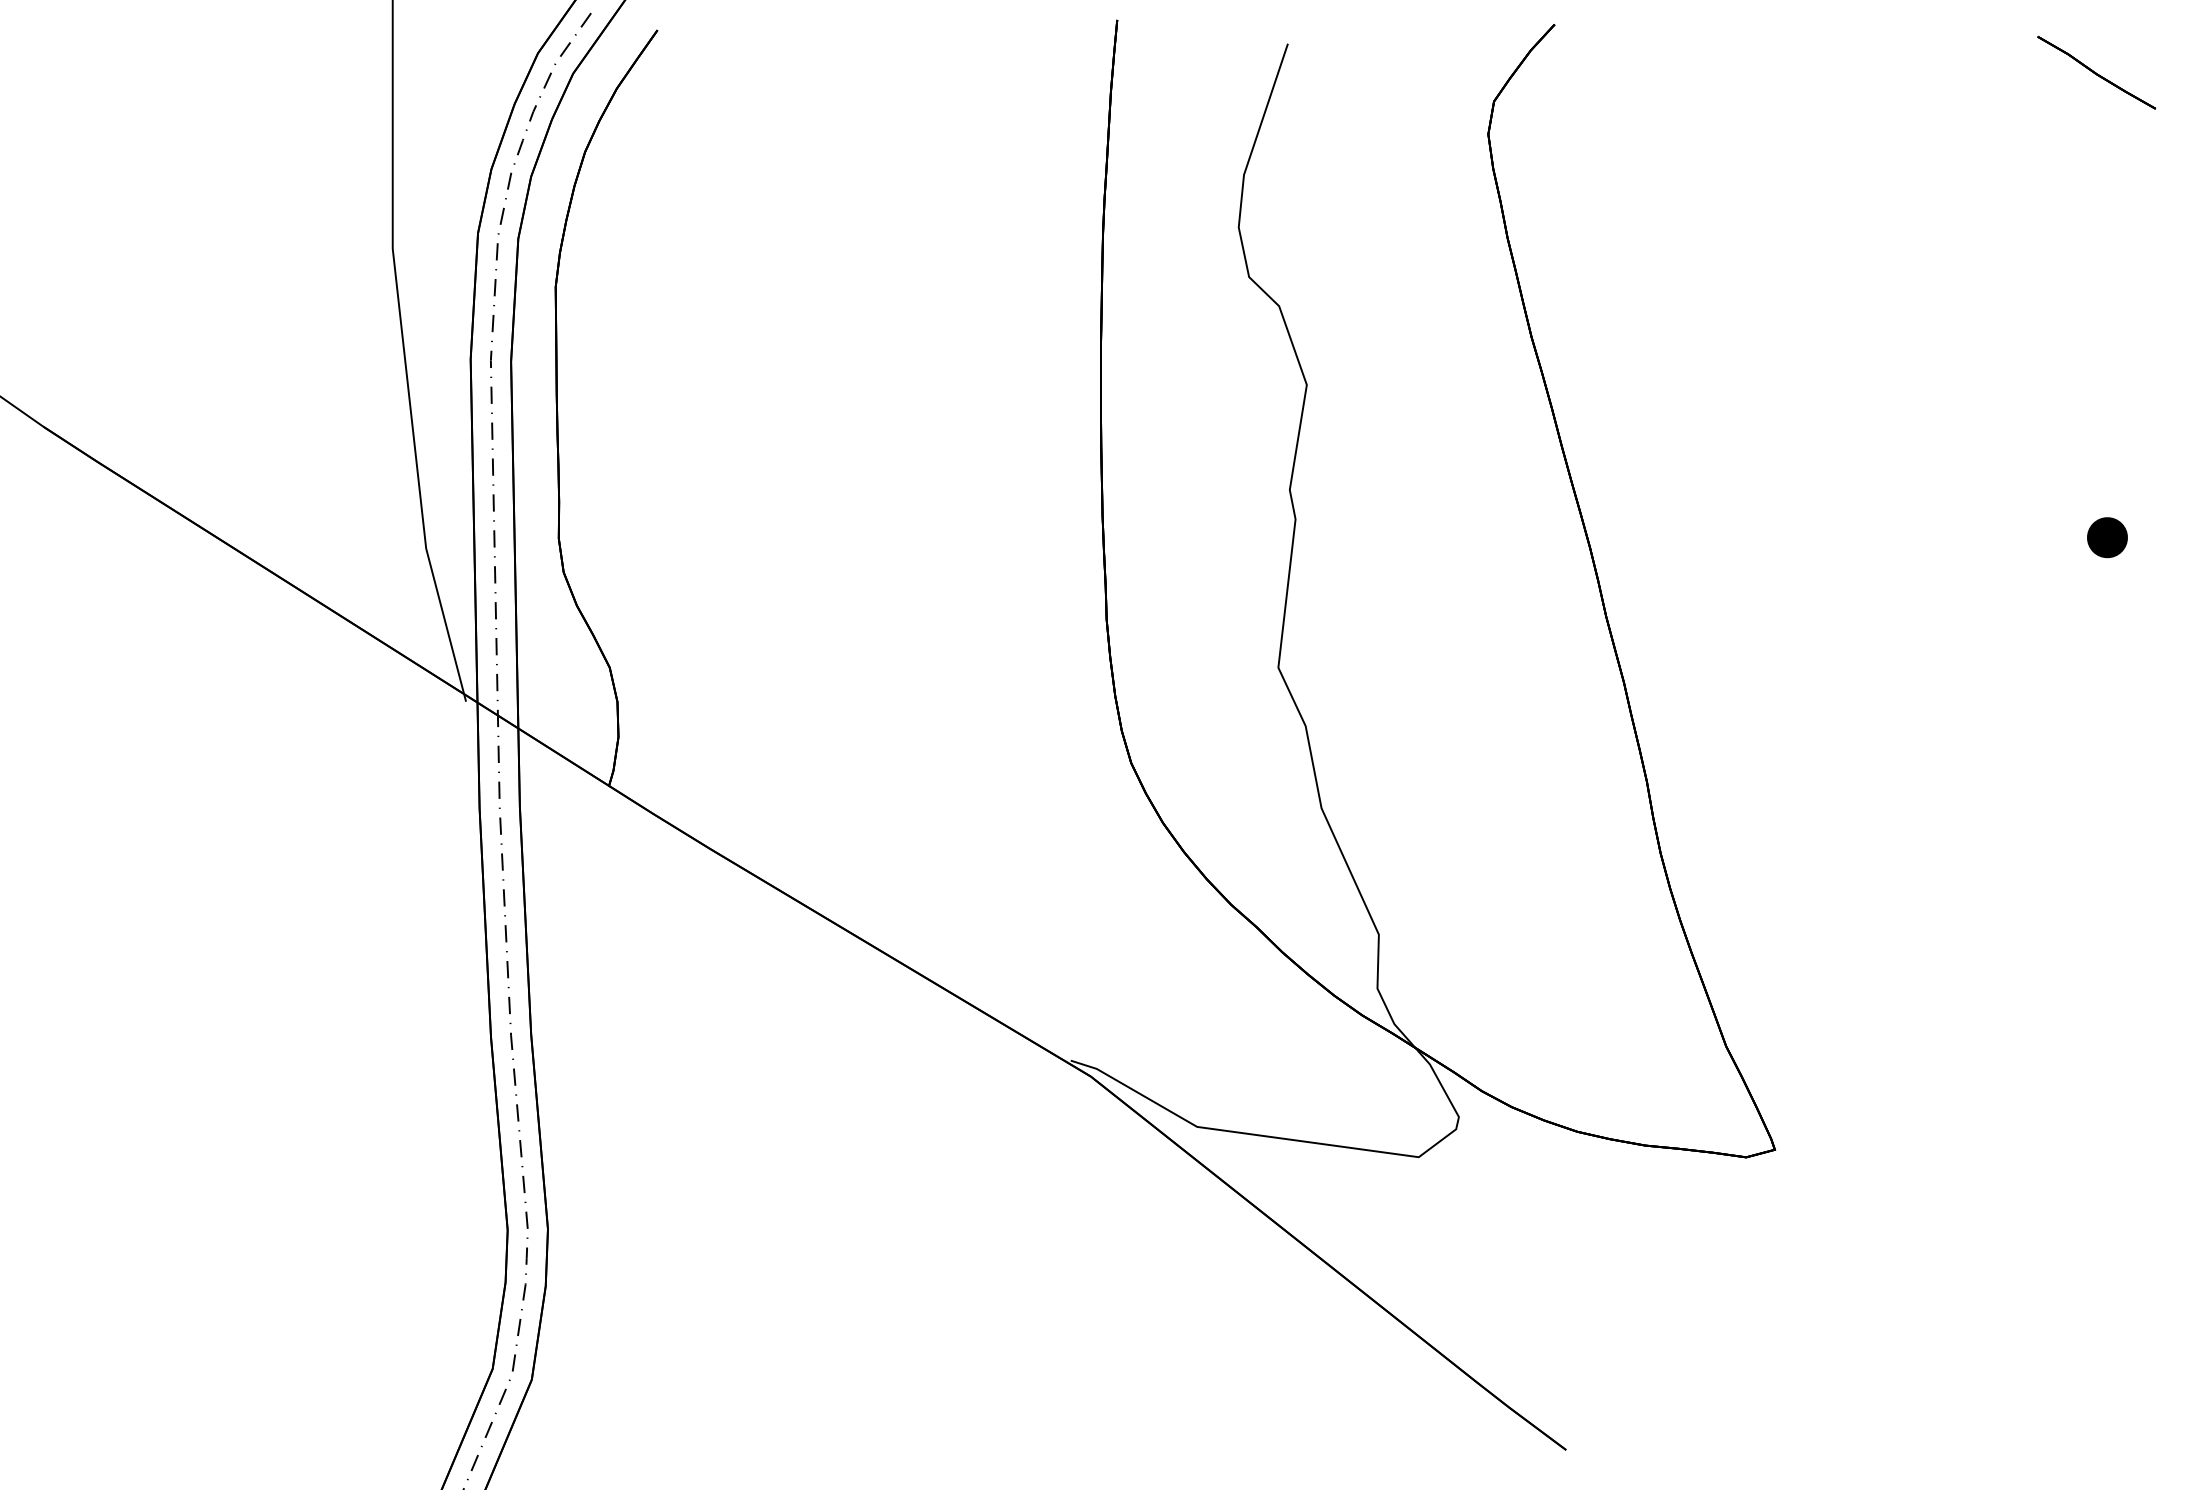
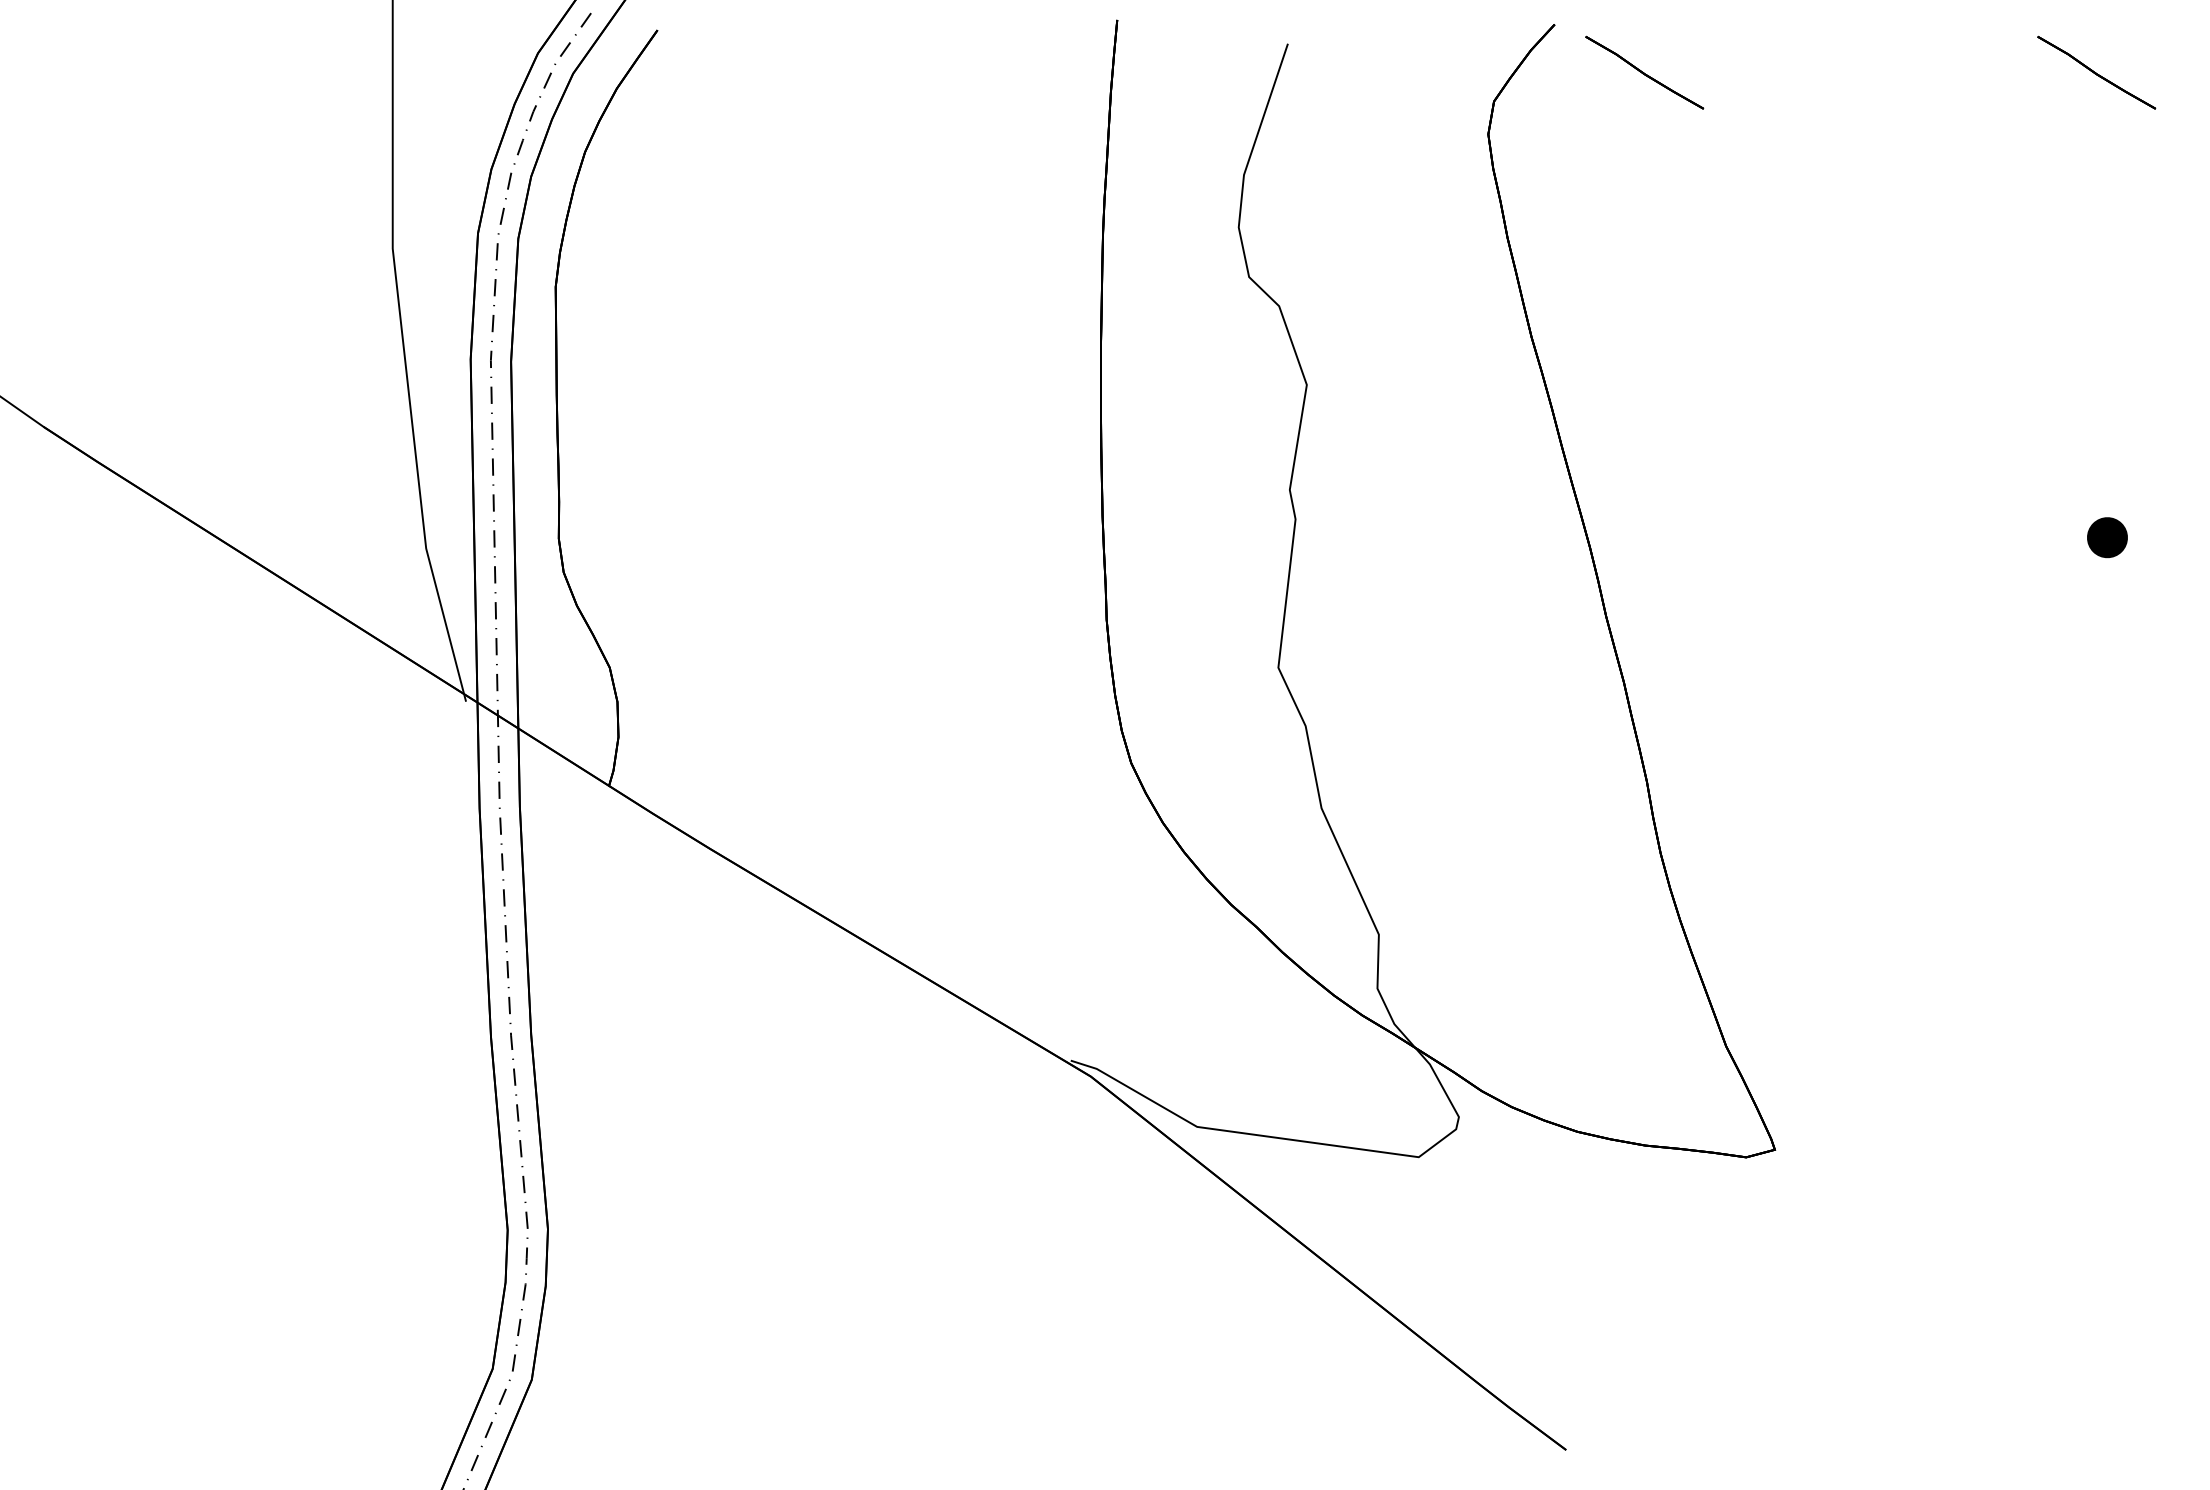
part at (1644, 72): none -> present
